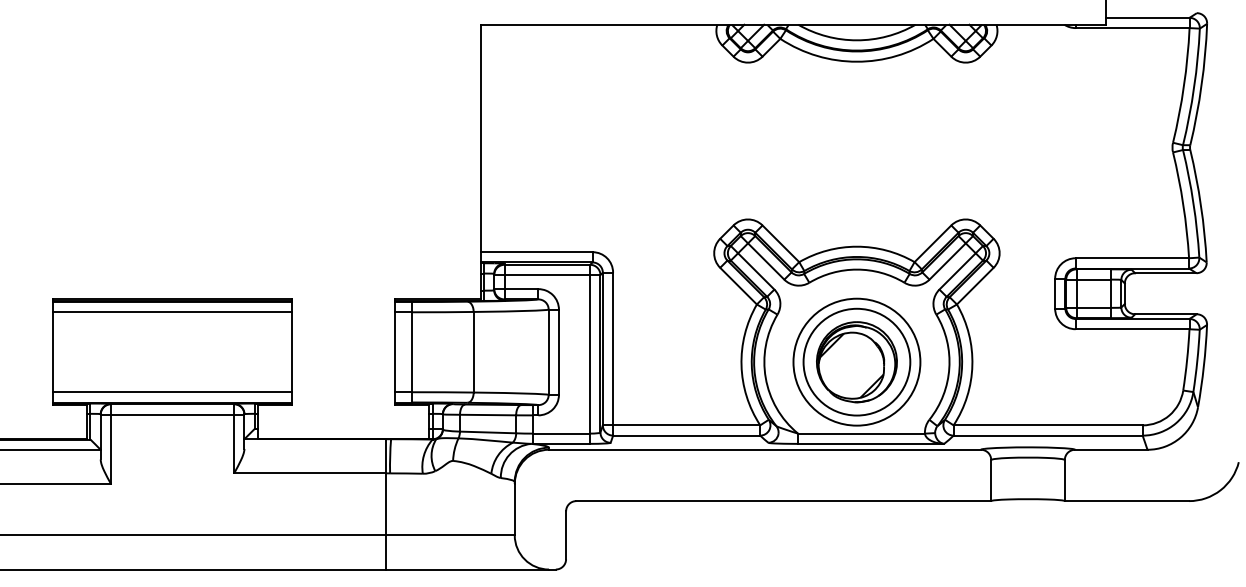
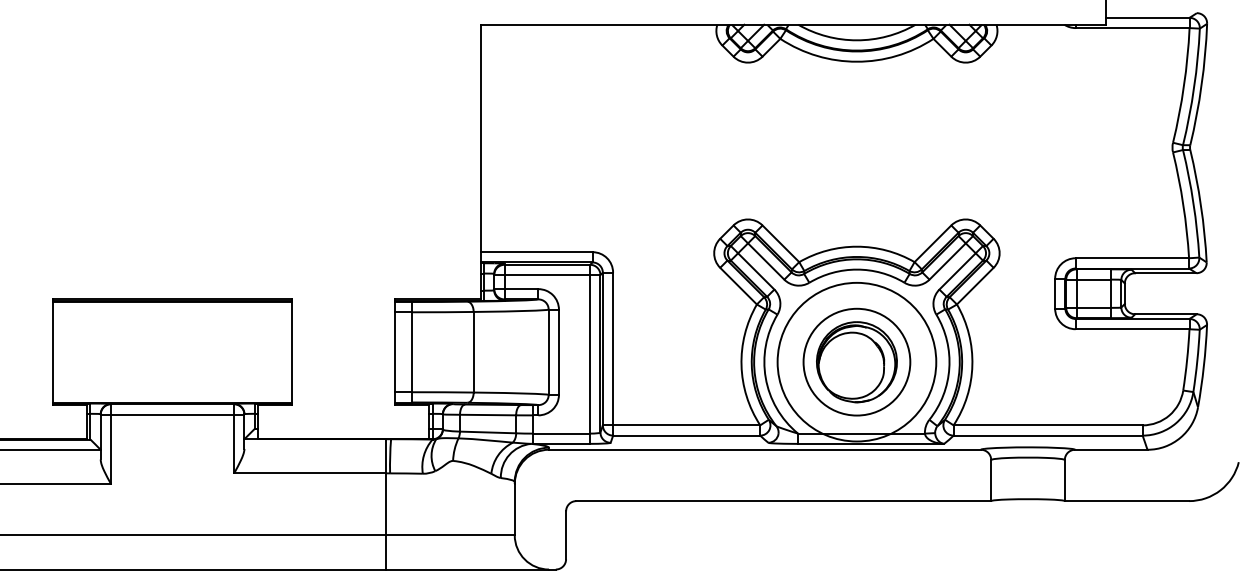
line at (172, 312): present -> none
circle at (856, 361) diameter: 127 px -> 159 px
hatch at (851, 365): present -> none
line at (172, 392): present -> none
